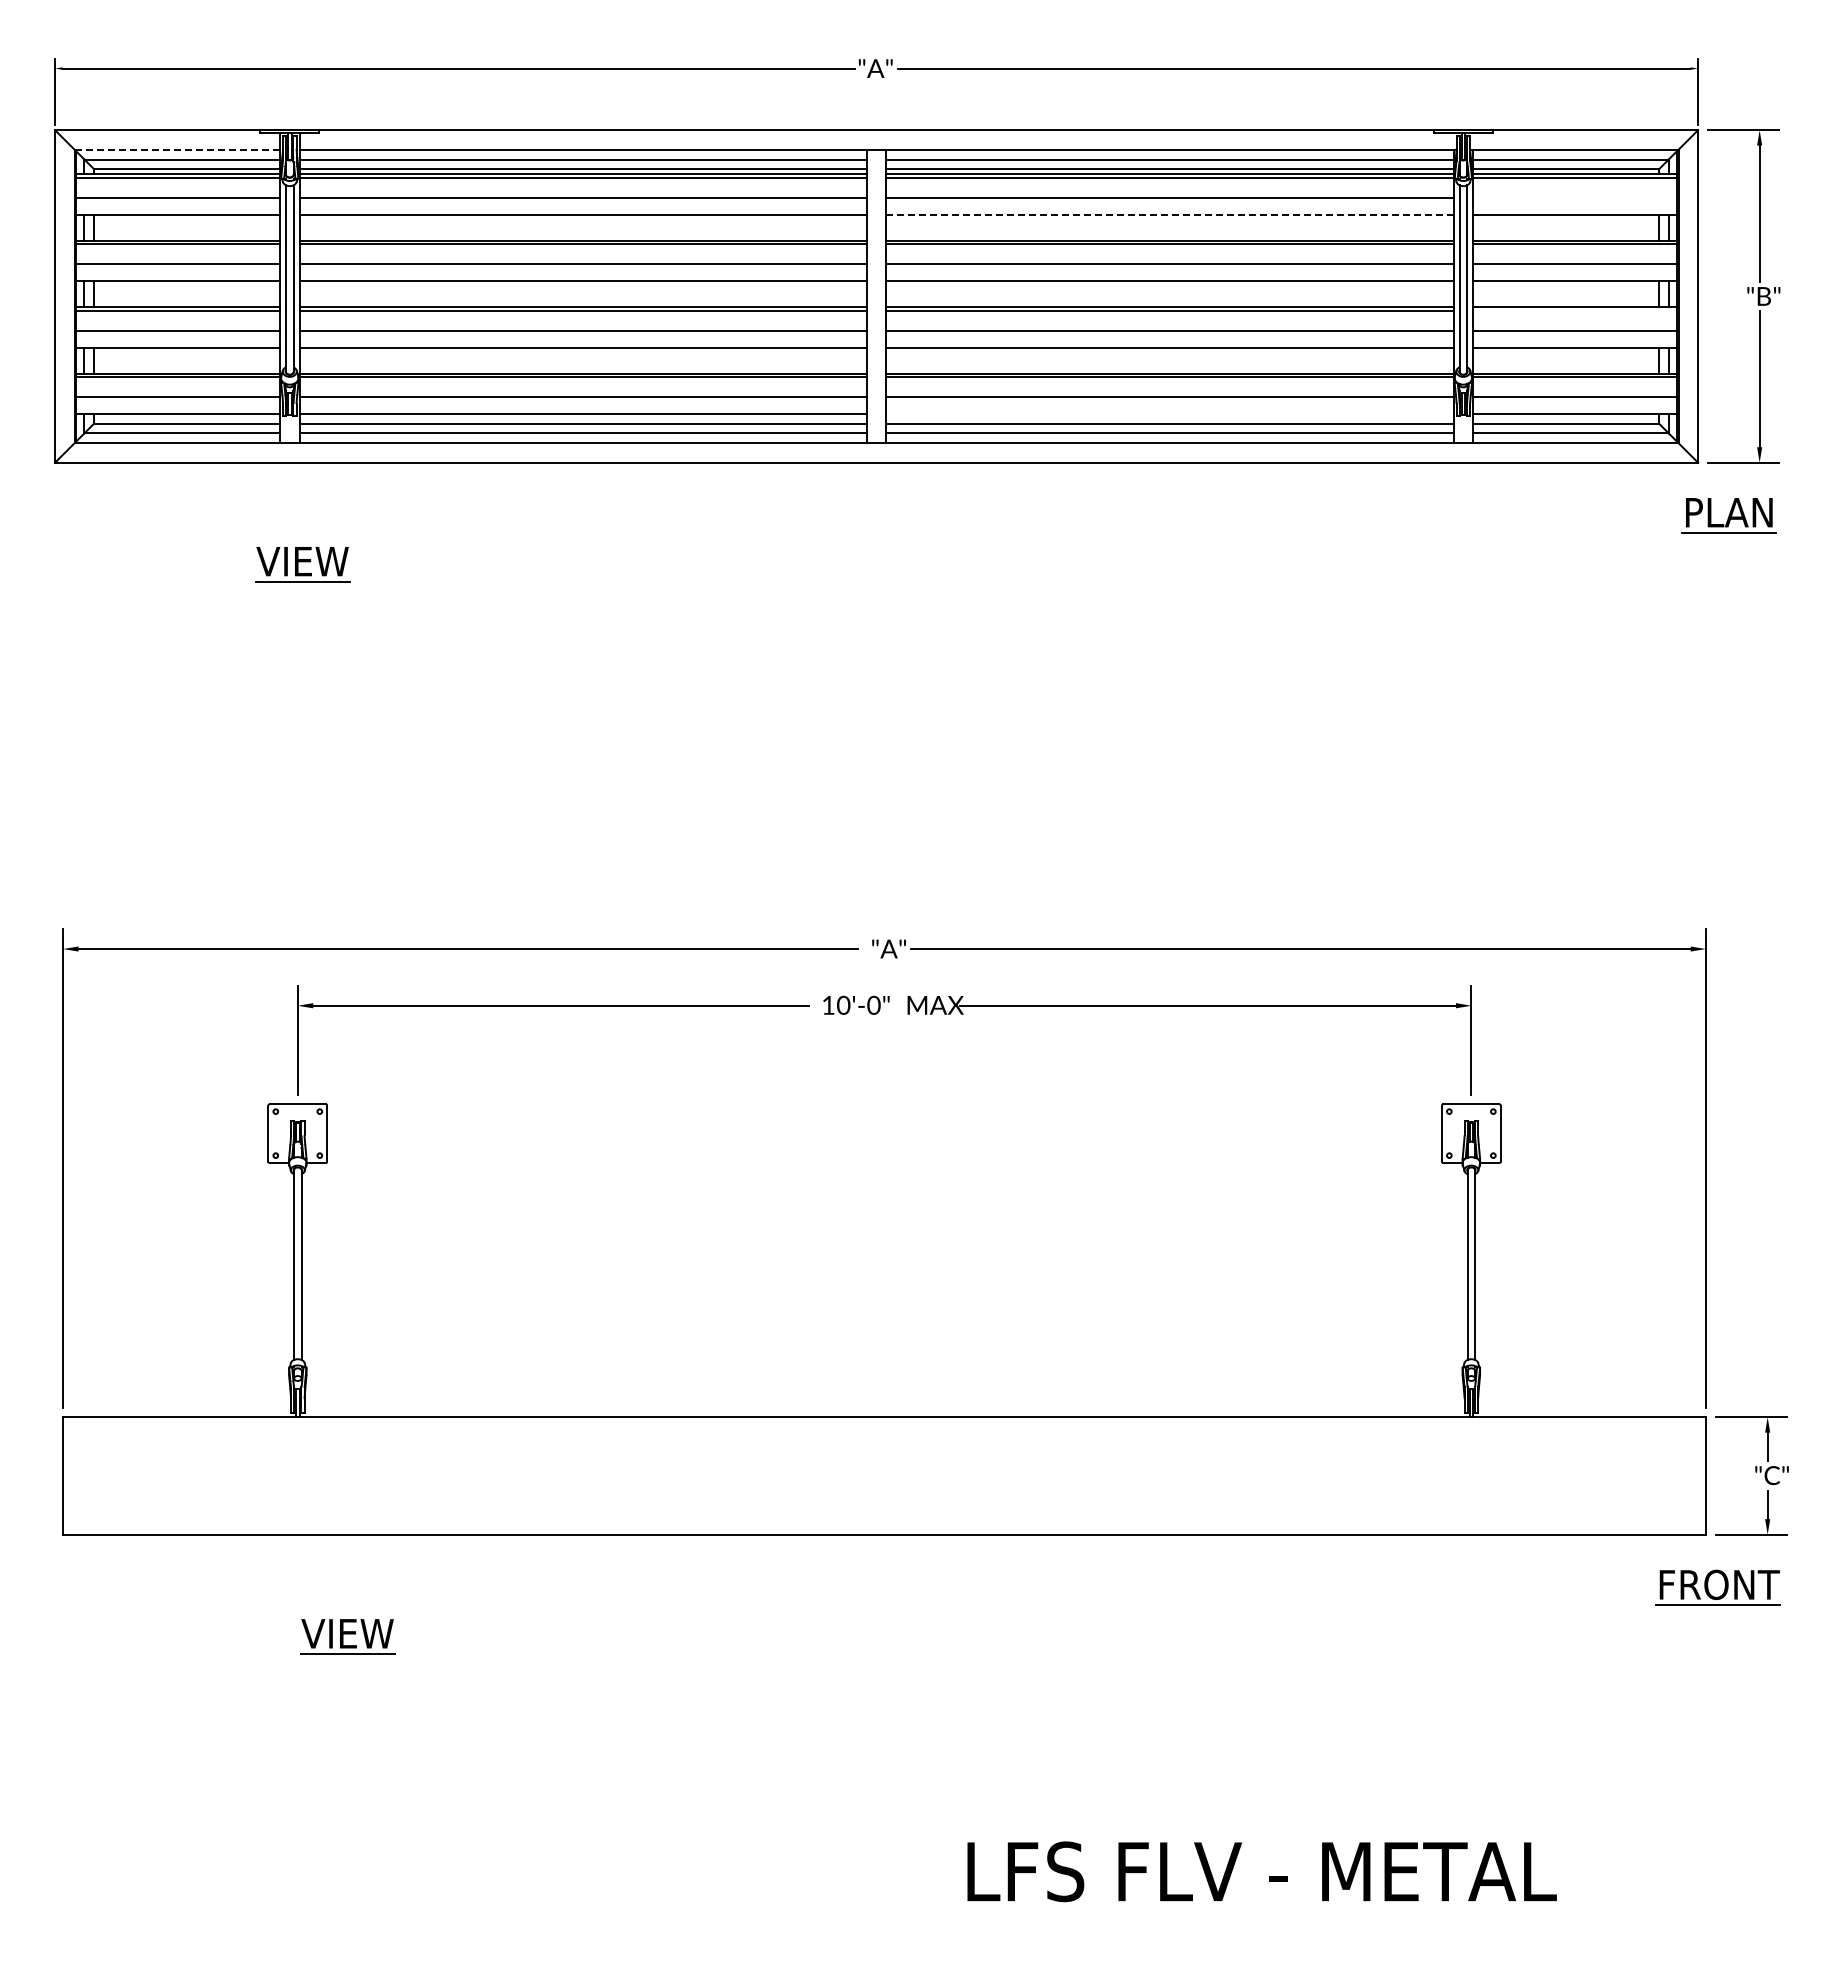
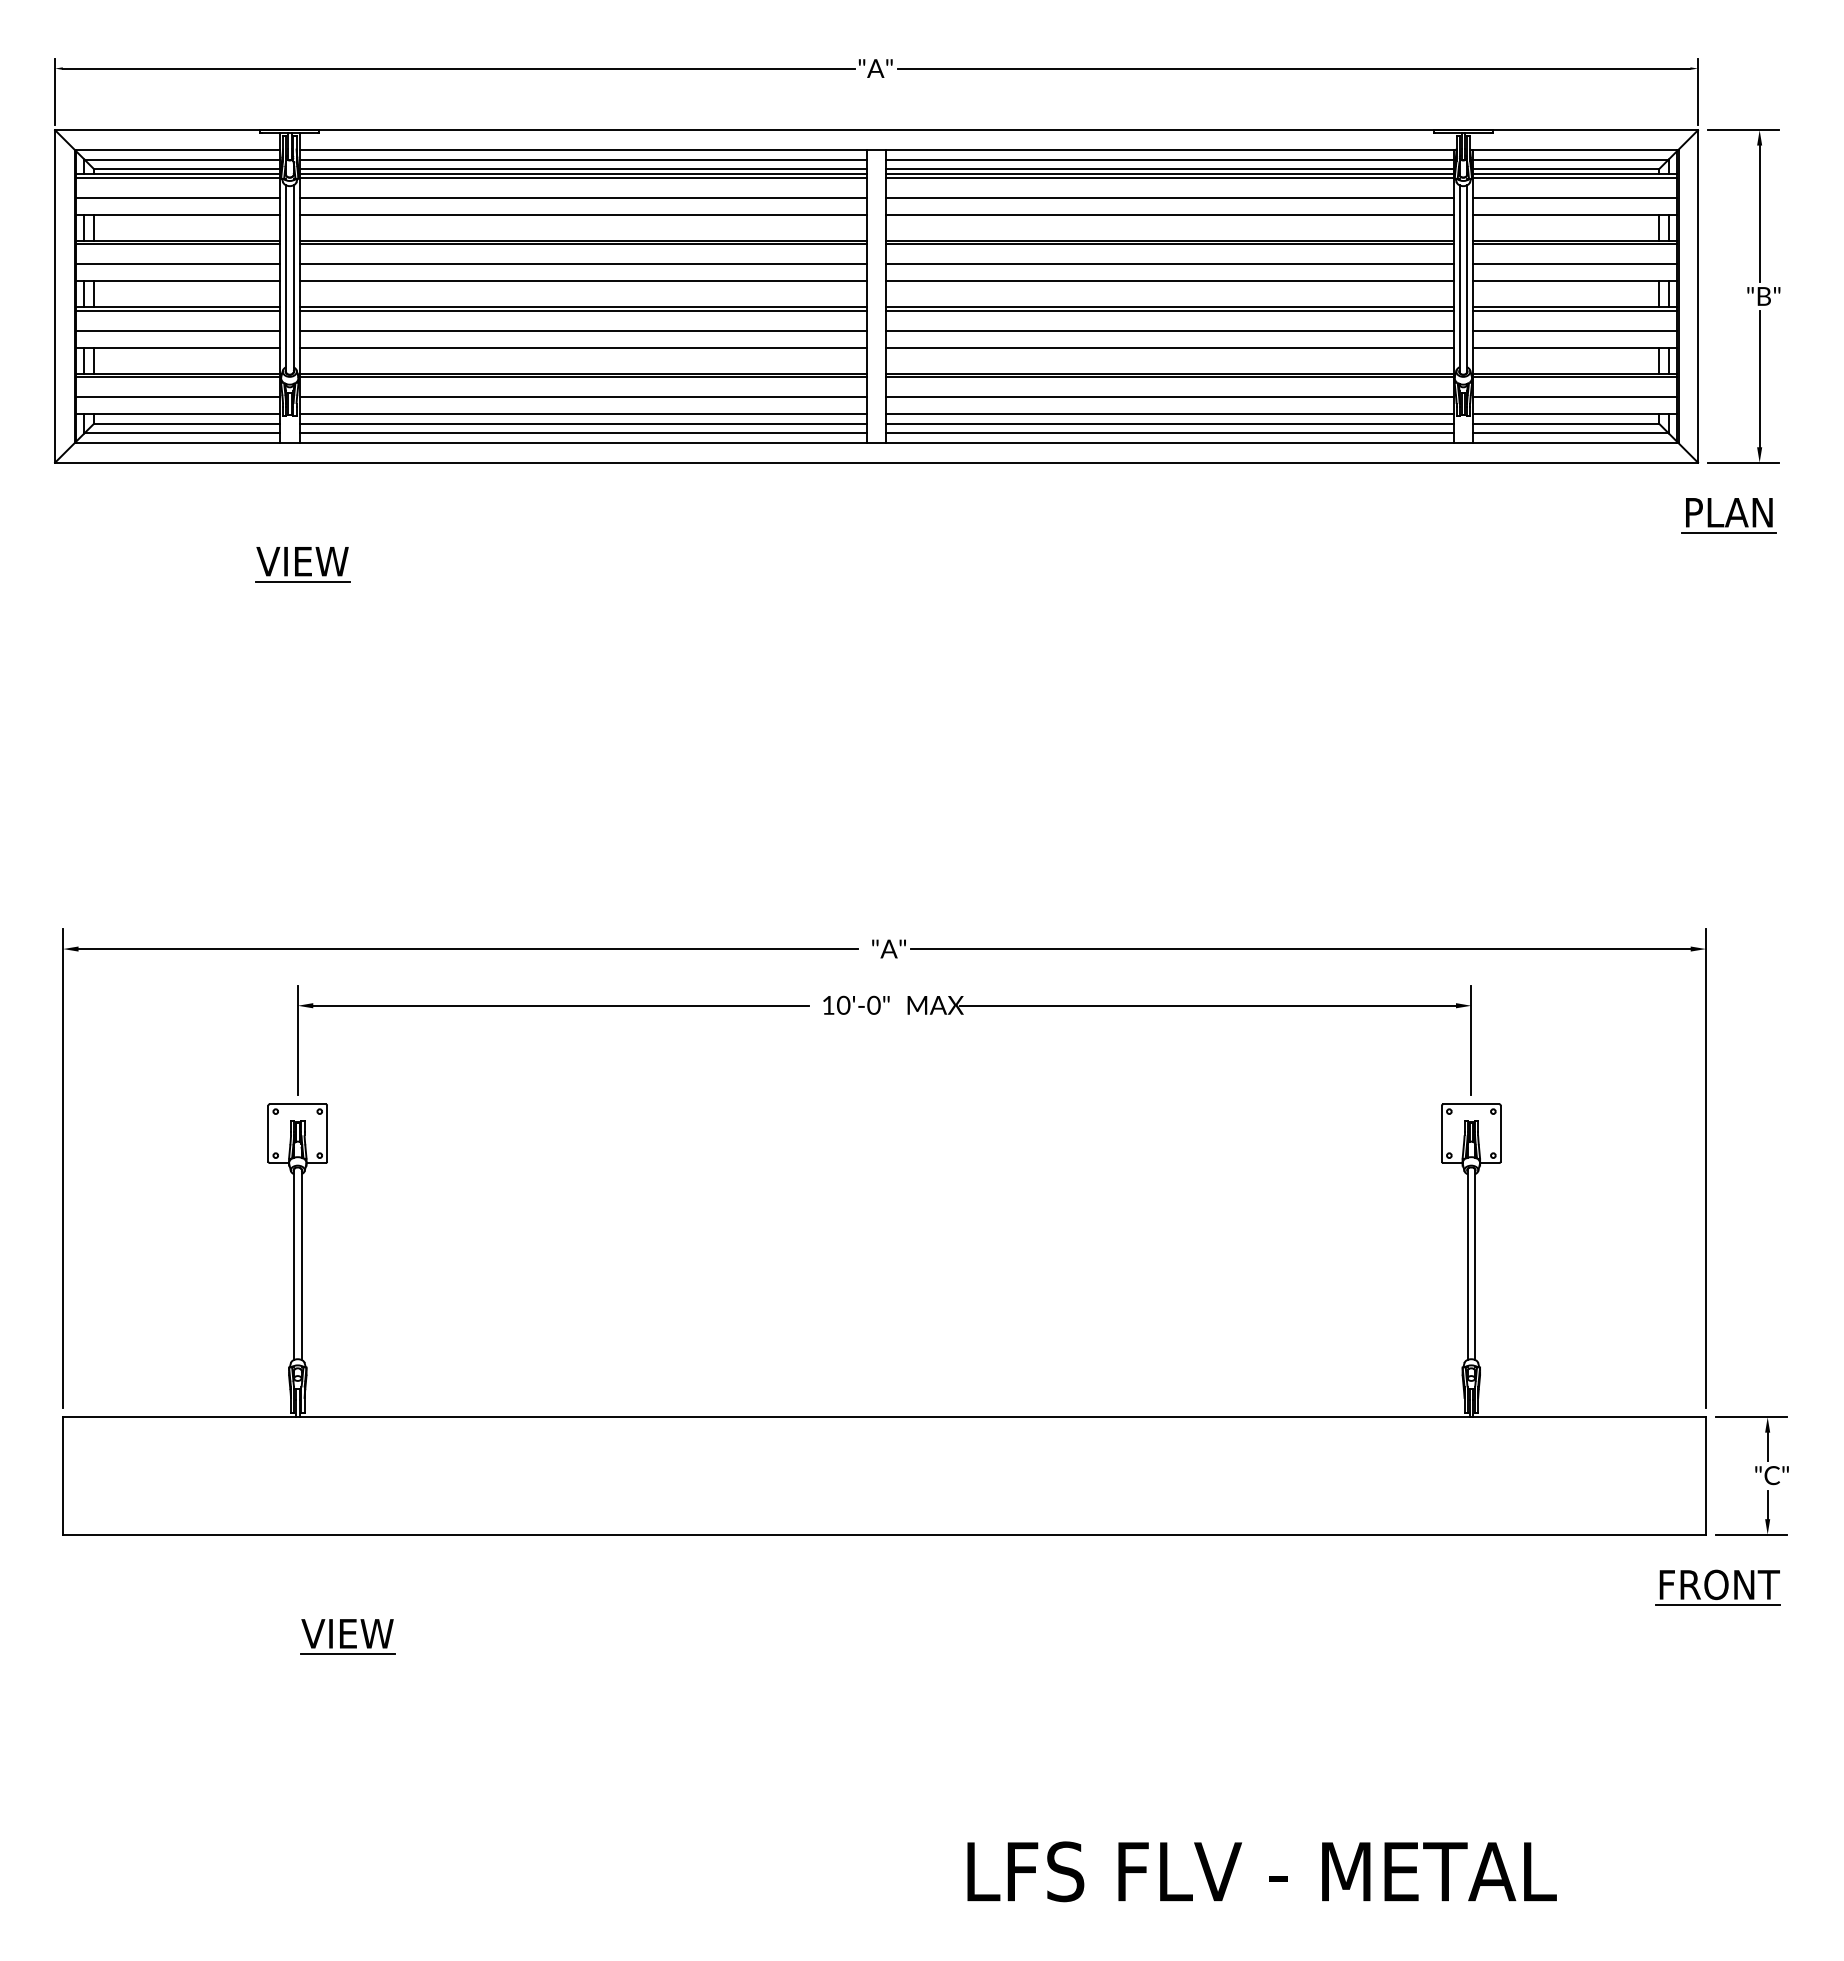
line at (177, 149): dashed -> solid
line at (1575, 197): none -> present
line at (1169, 214): dashed -> solid
line at (1575, 310): none -> present
line at (1169, 414): none -> present
